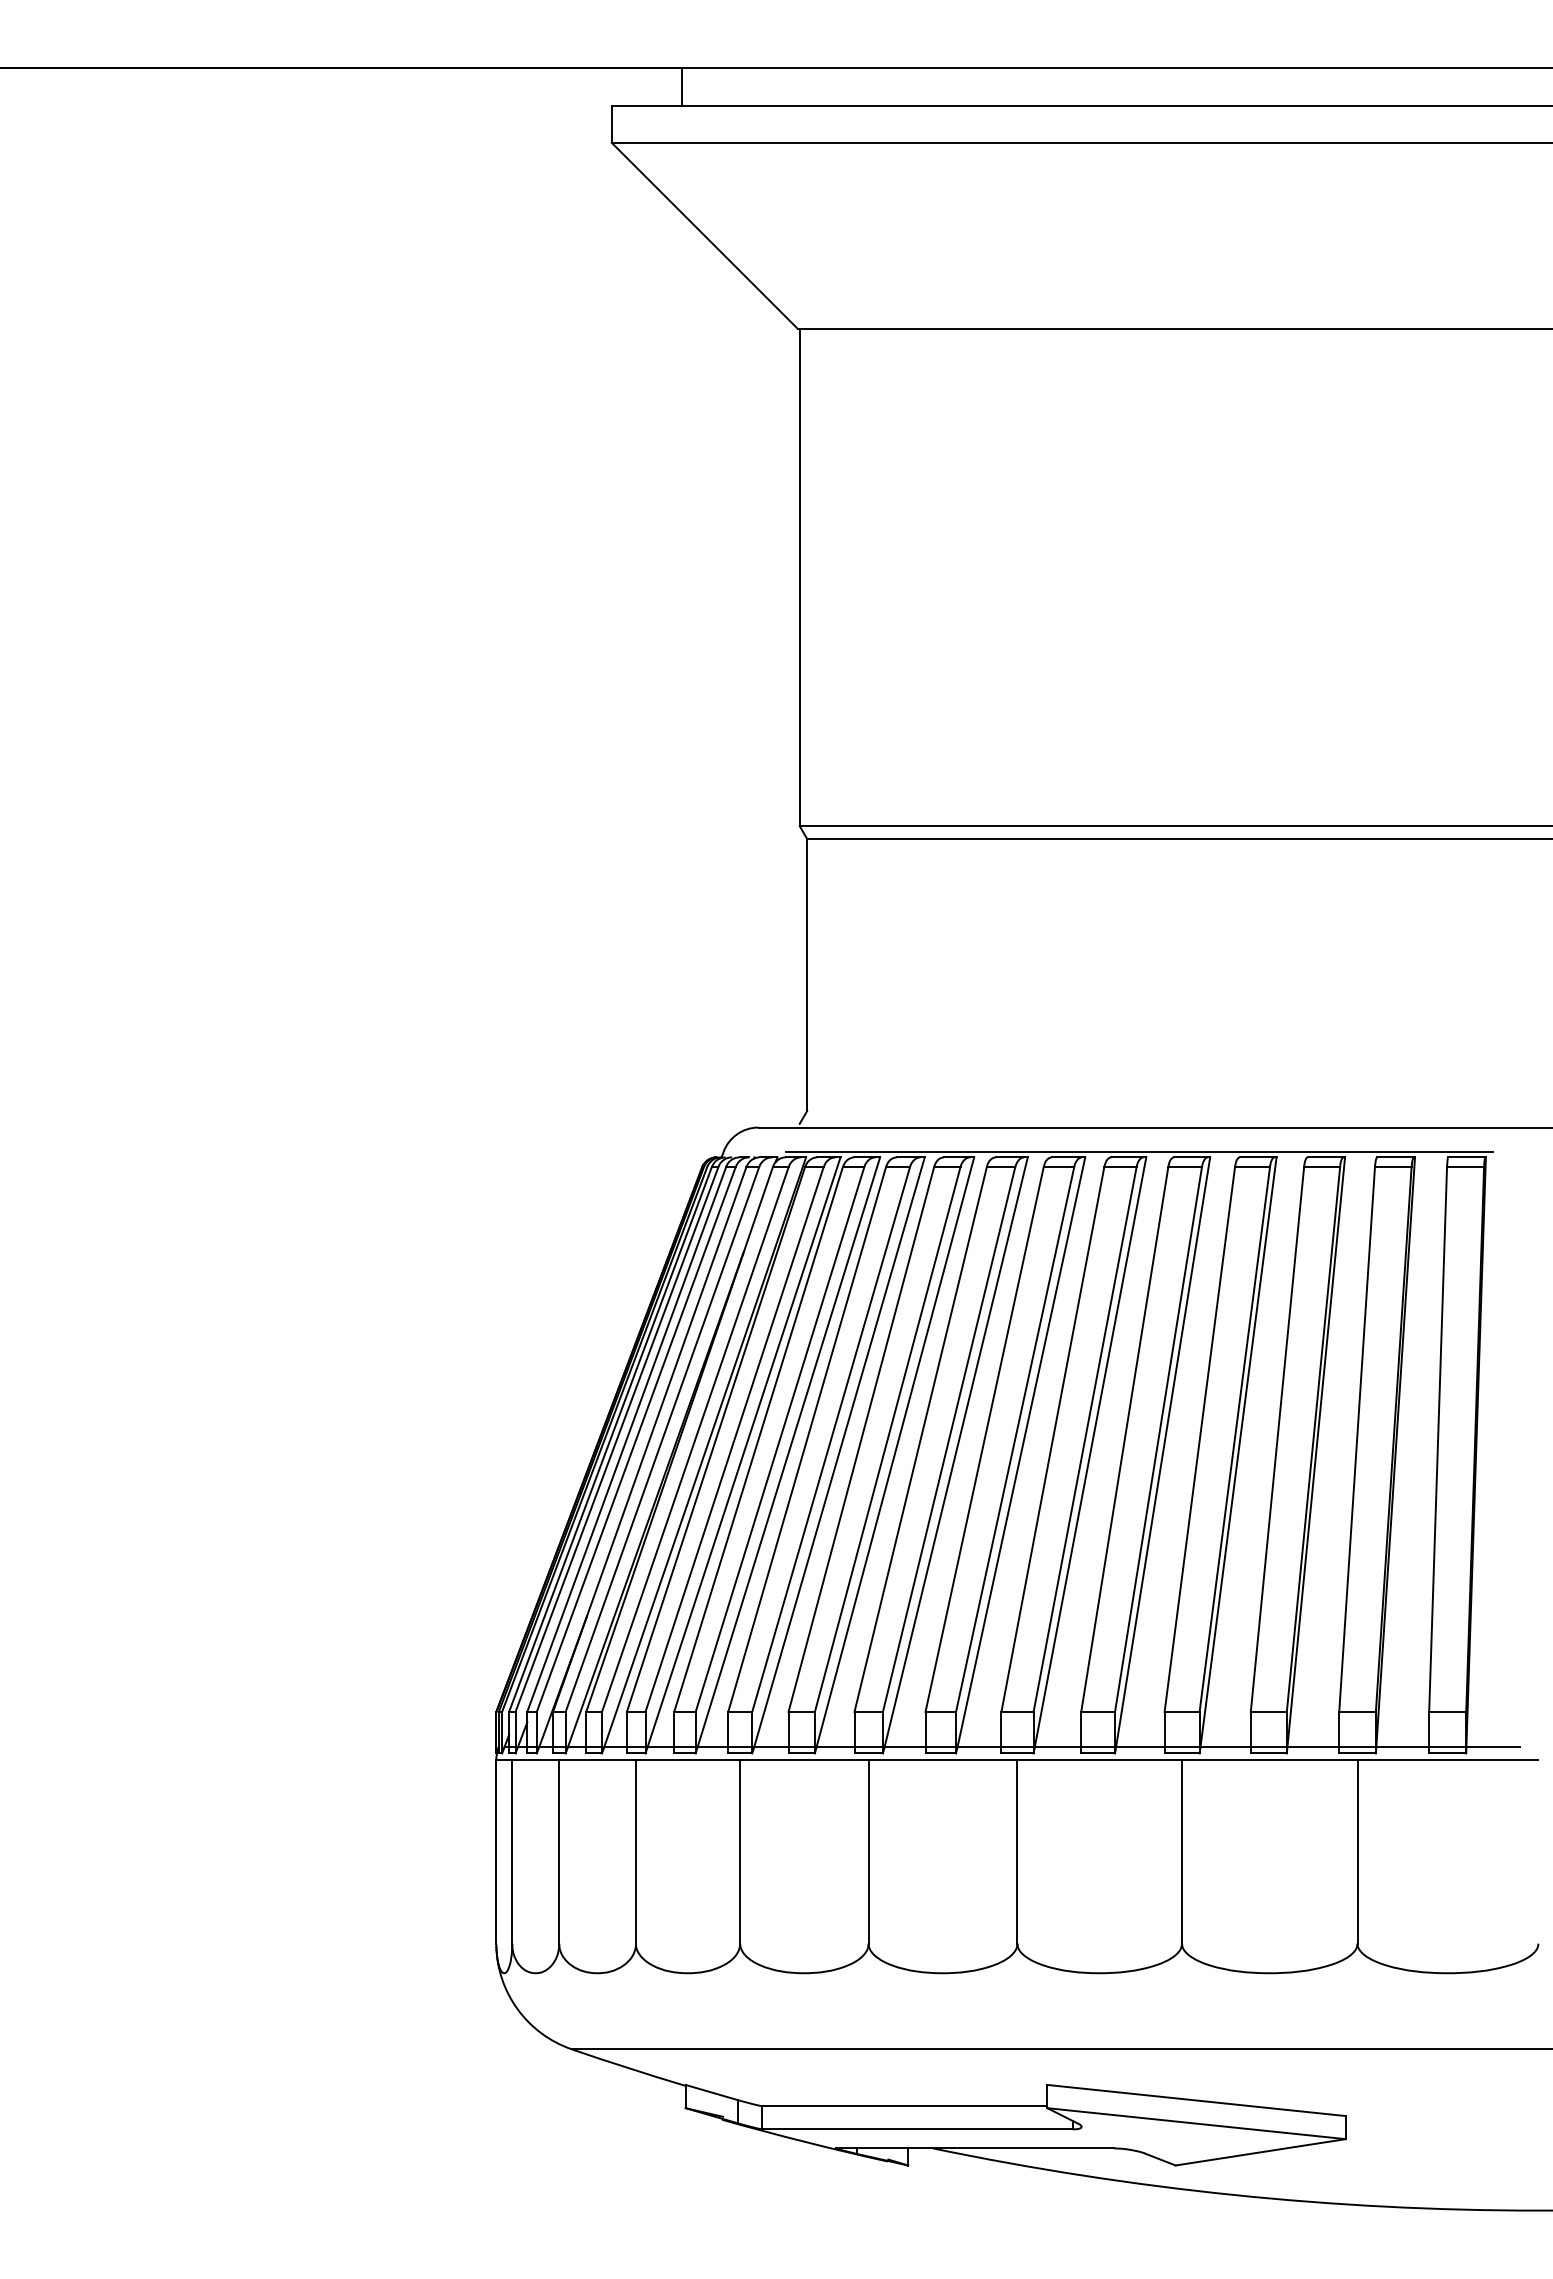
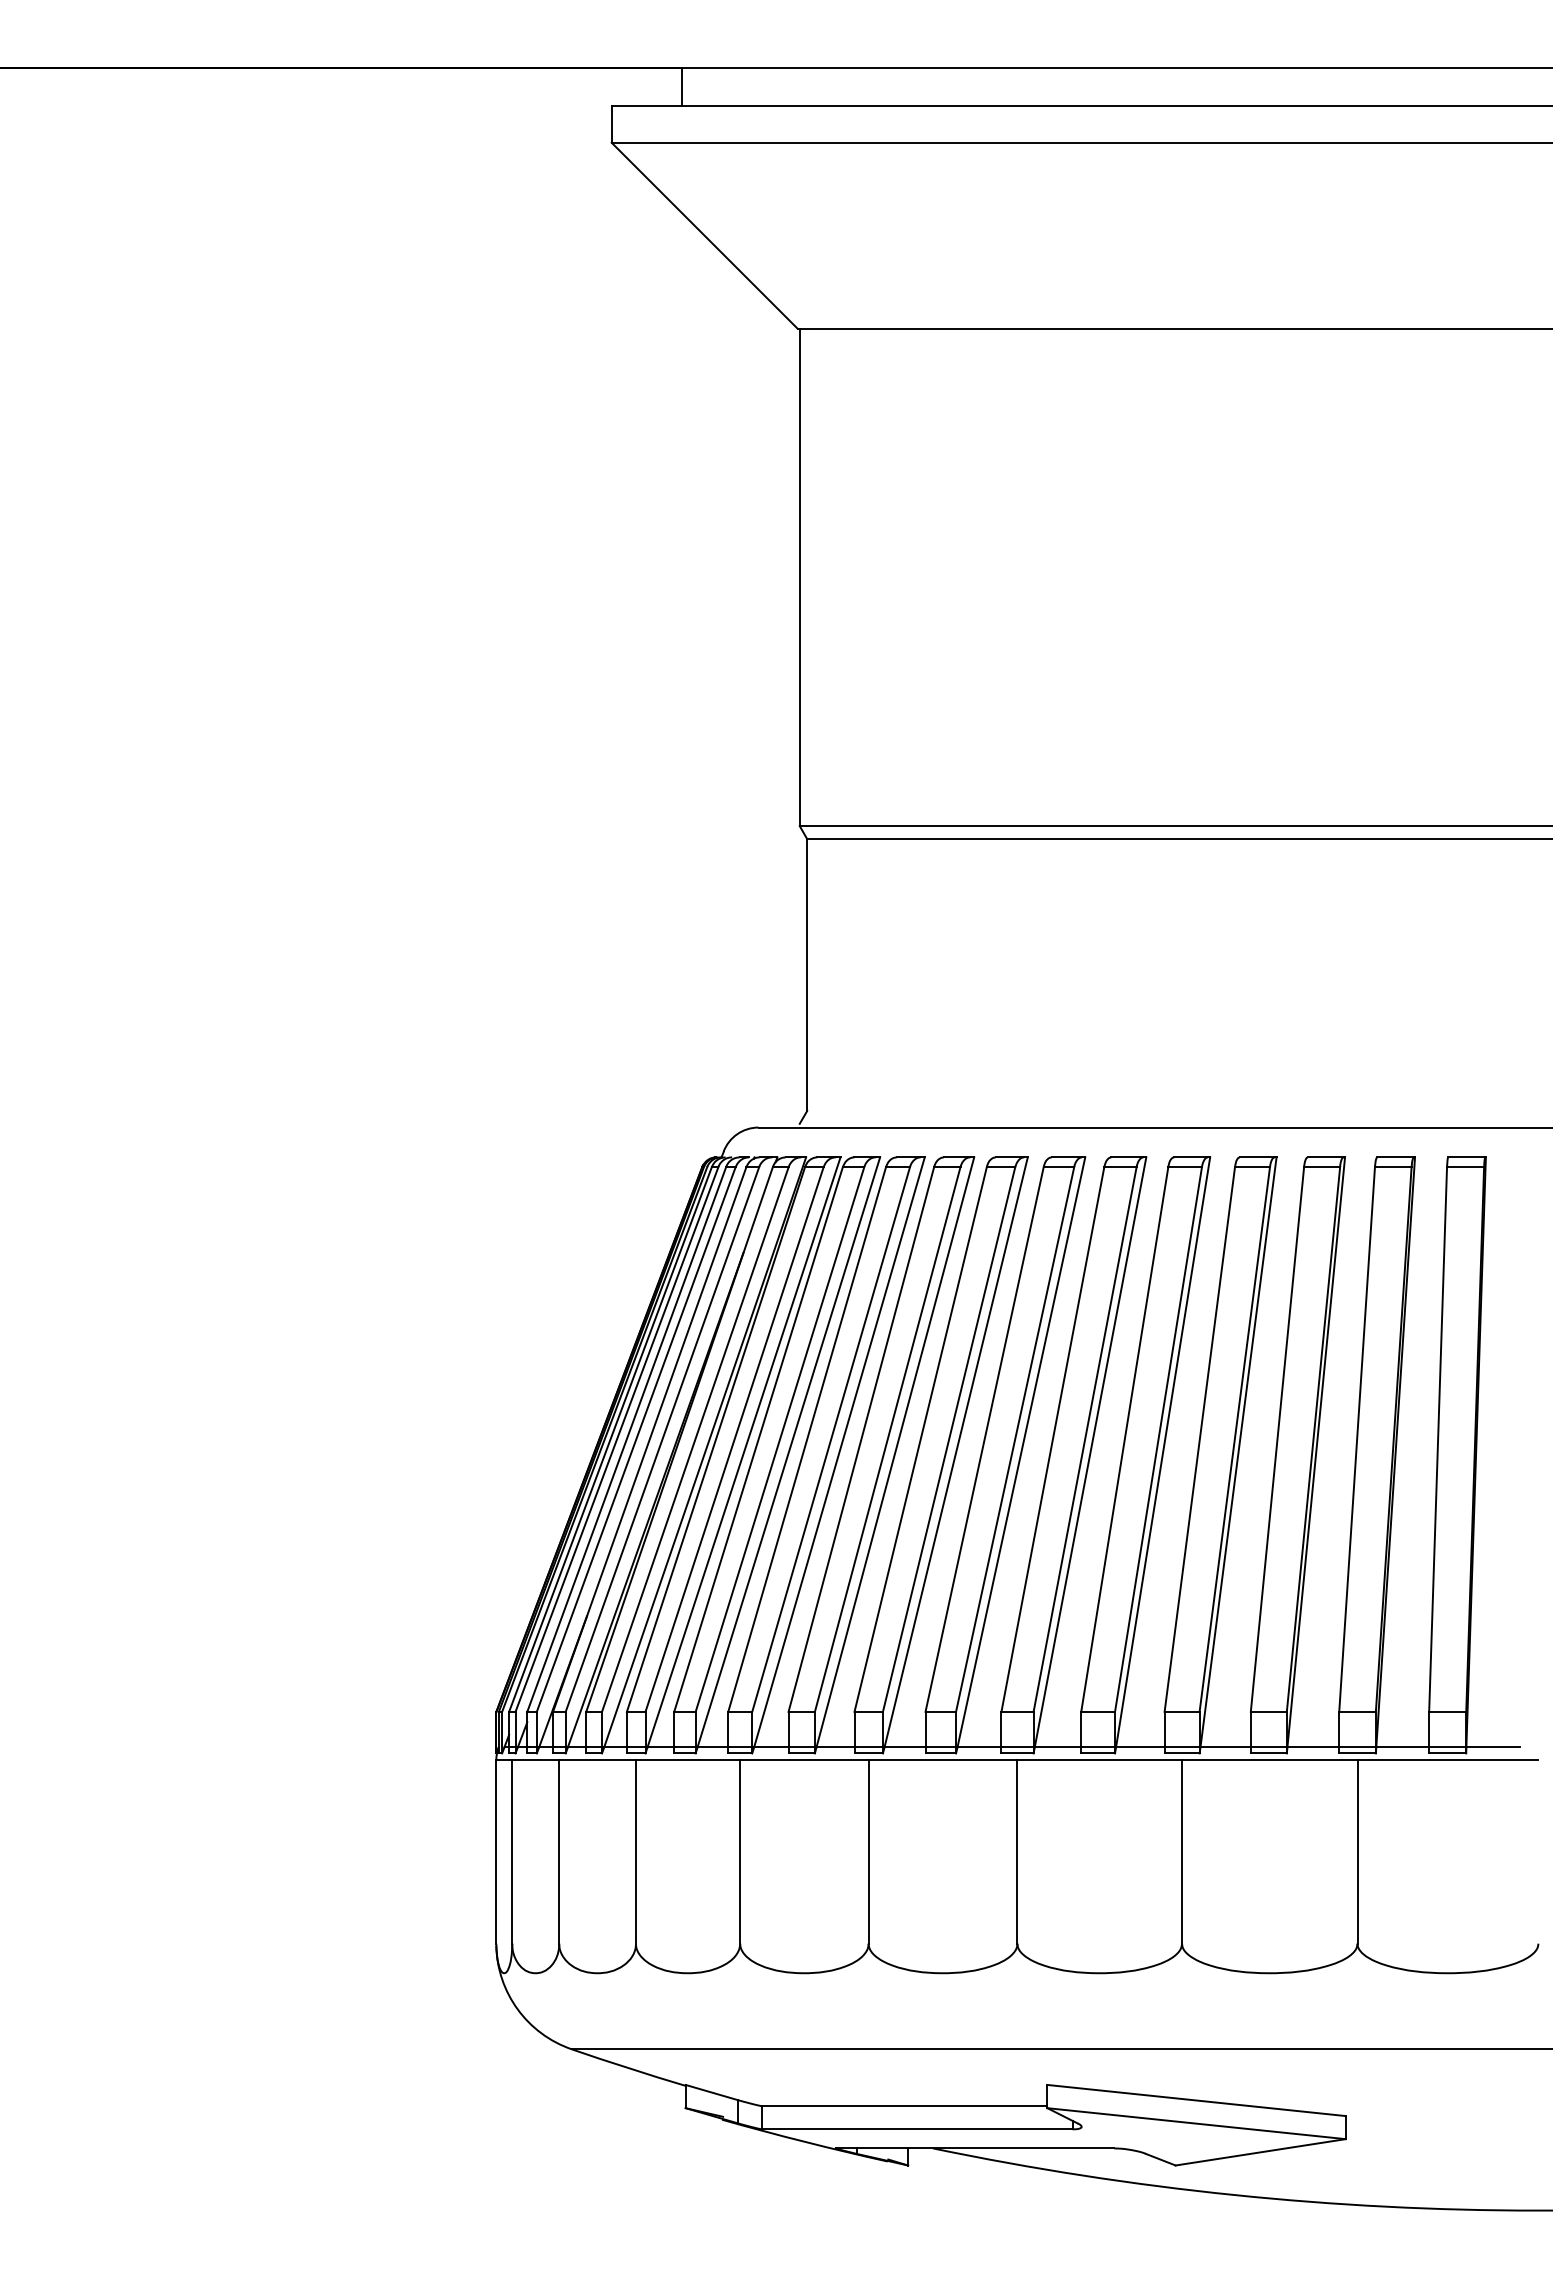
line at (1139, 1151): present -> none
